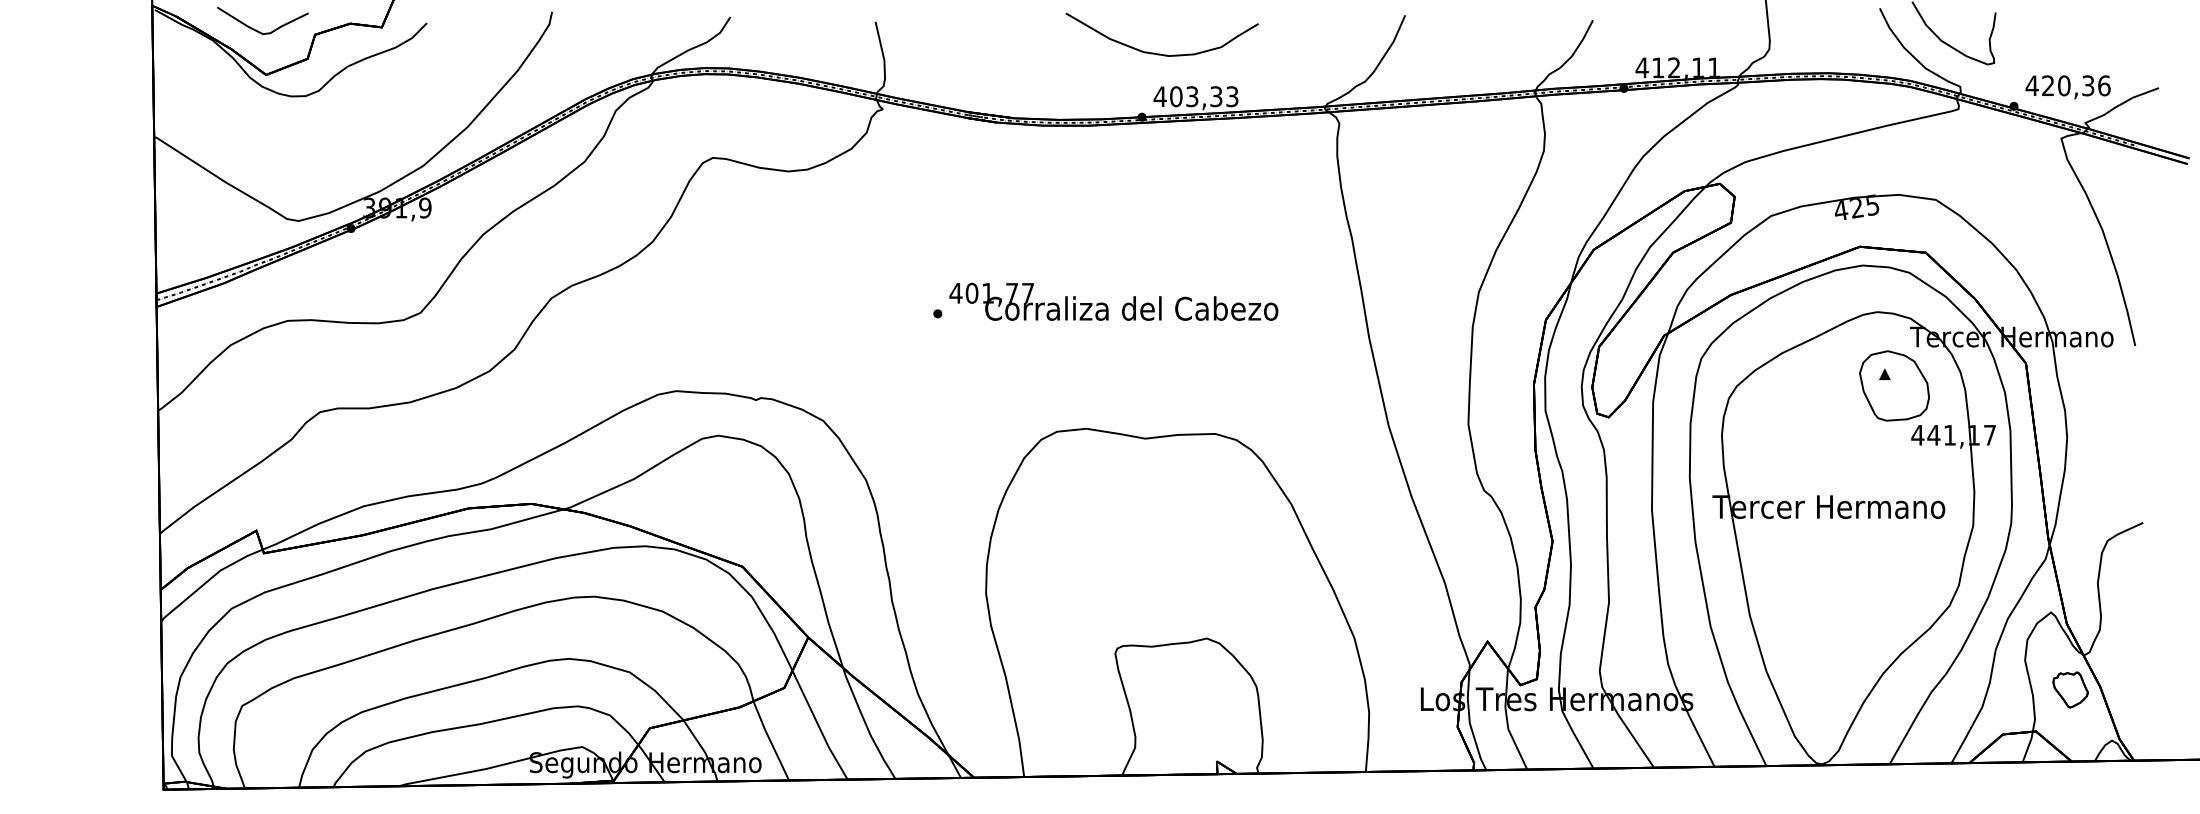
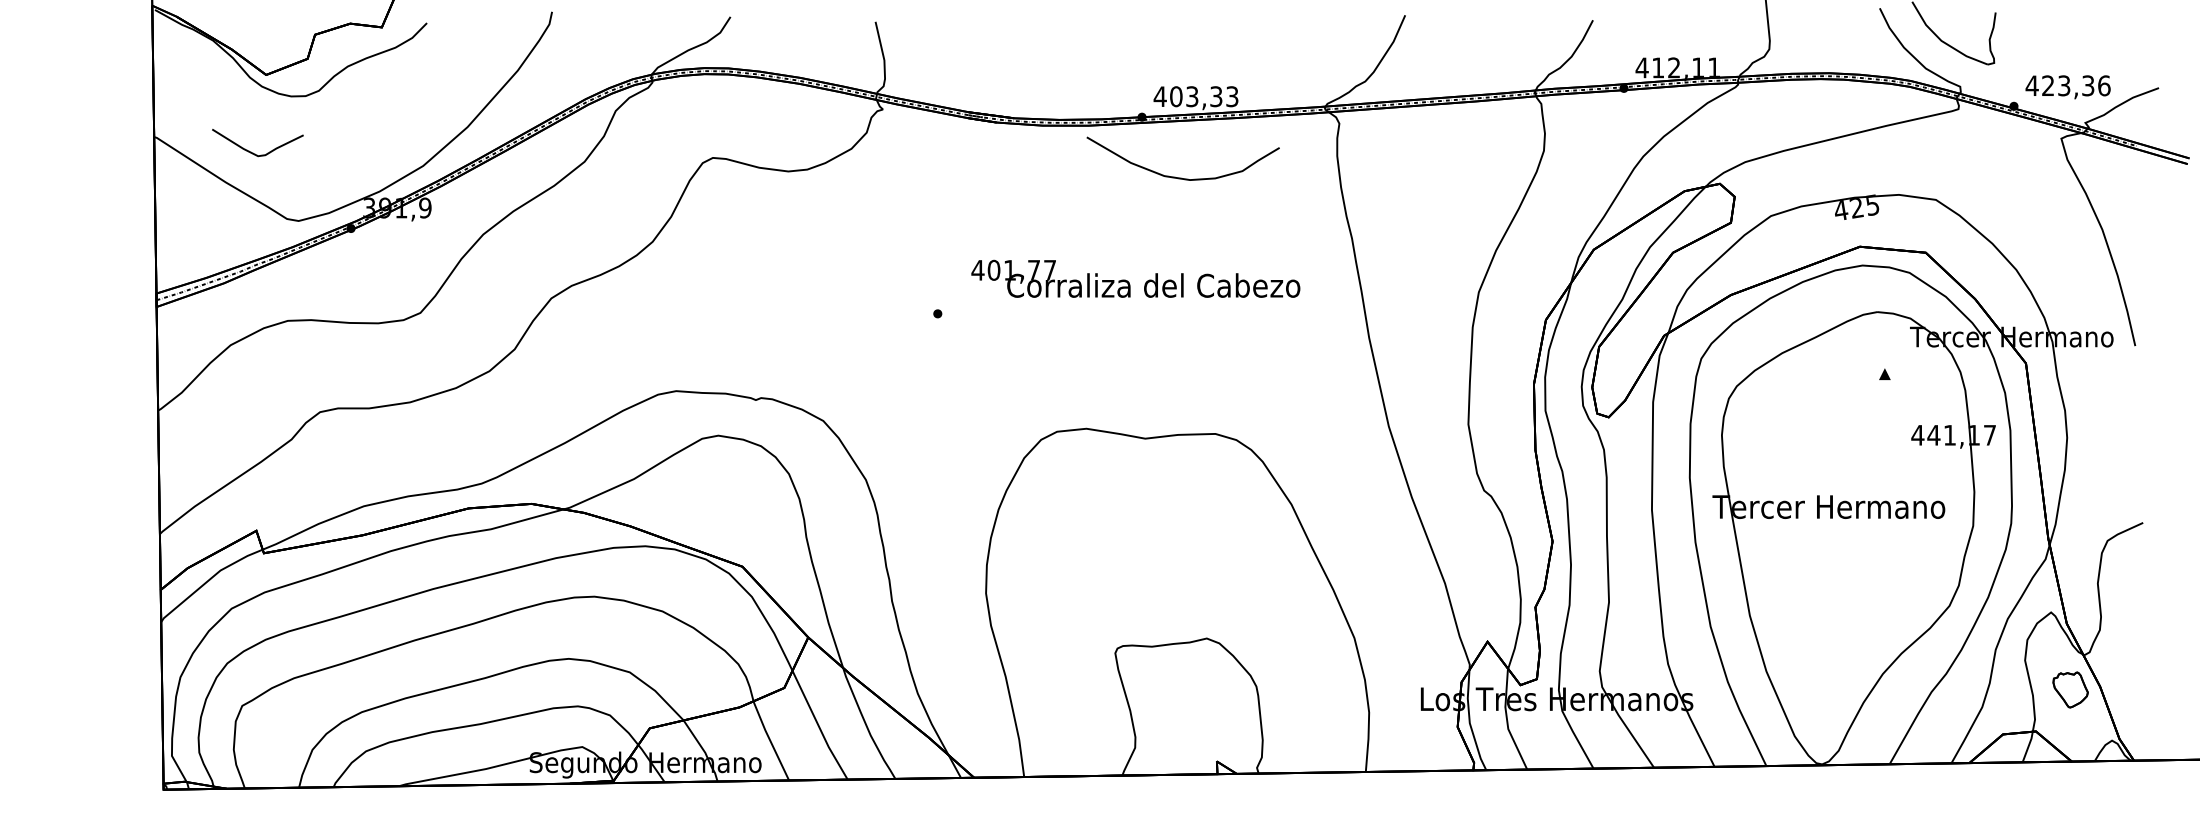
curve at (258, 30) position: (258, 30) -> (253, 152)
curve at (1160, 53) position: (1160, 53) -> (1181, 177)
text at (2064, 85): 420,36 -> 423,36
text at (1113, 301) position: (1113, 301) -> (1135, 278)
part at (1894, 385): present -> none
